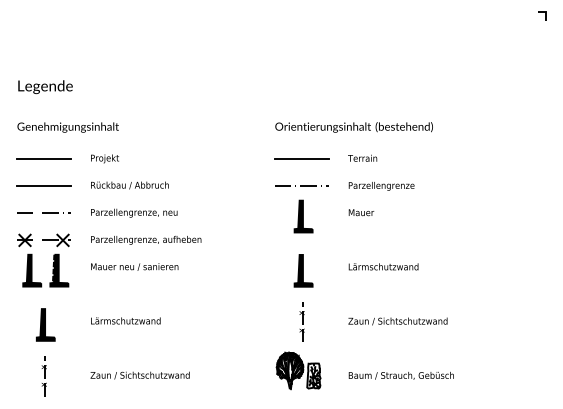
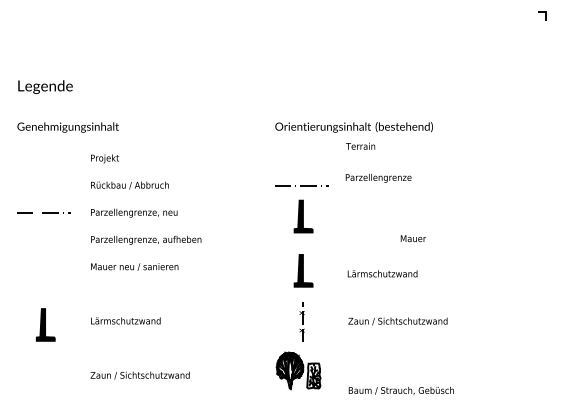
text at (362, 157) position: (362, 157) -> (360, 145)
line at (43, 158): present -> none
line at (301, 159): present -> none
line at (43, 186): present -> none
text at (381, 186) position: (381, 186) -> (378, 178)
text at (361, 212) position: (361, 212) -> (413, 238)
part at (53, 260): present -> none
text at (383, 266) position: (383, 266) -> (382, 273)
text at (400, 375) position: (400, 375) -> (400, 390)
part at (43, 376): present -> none
